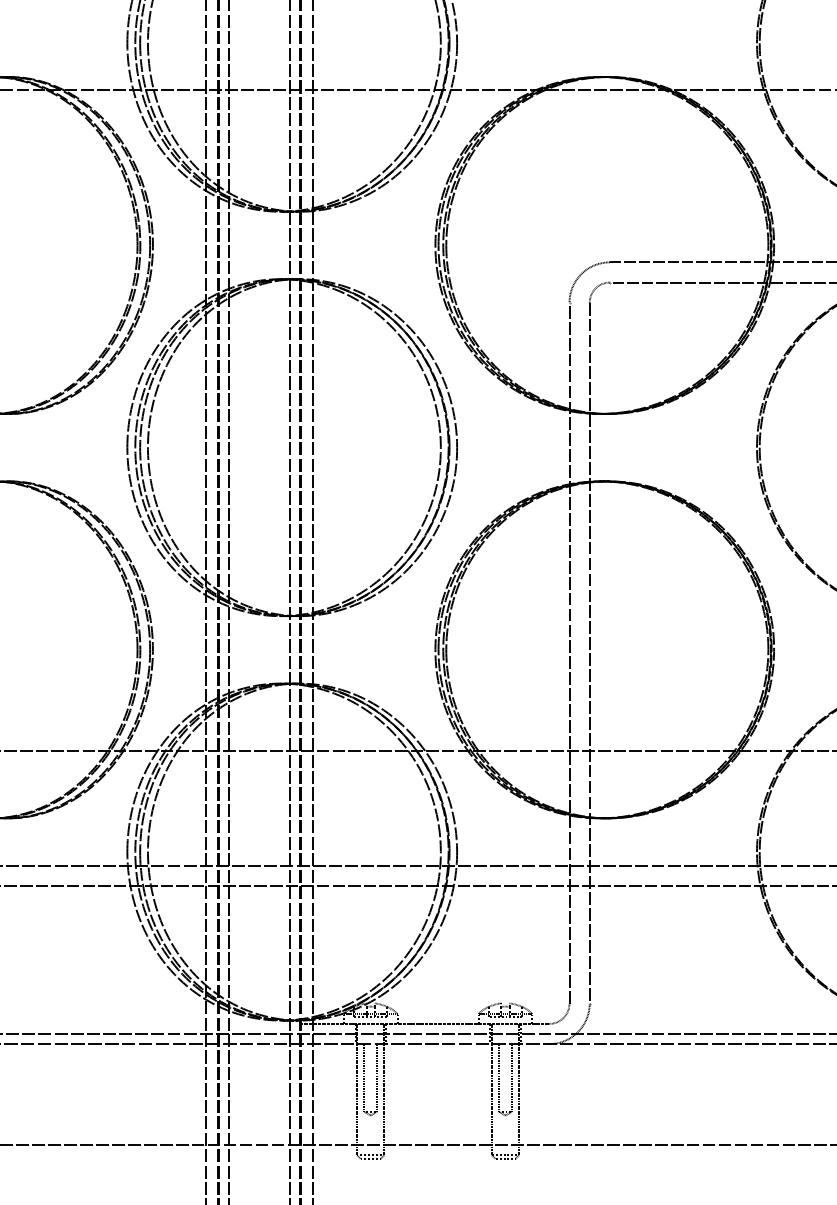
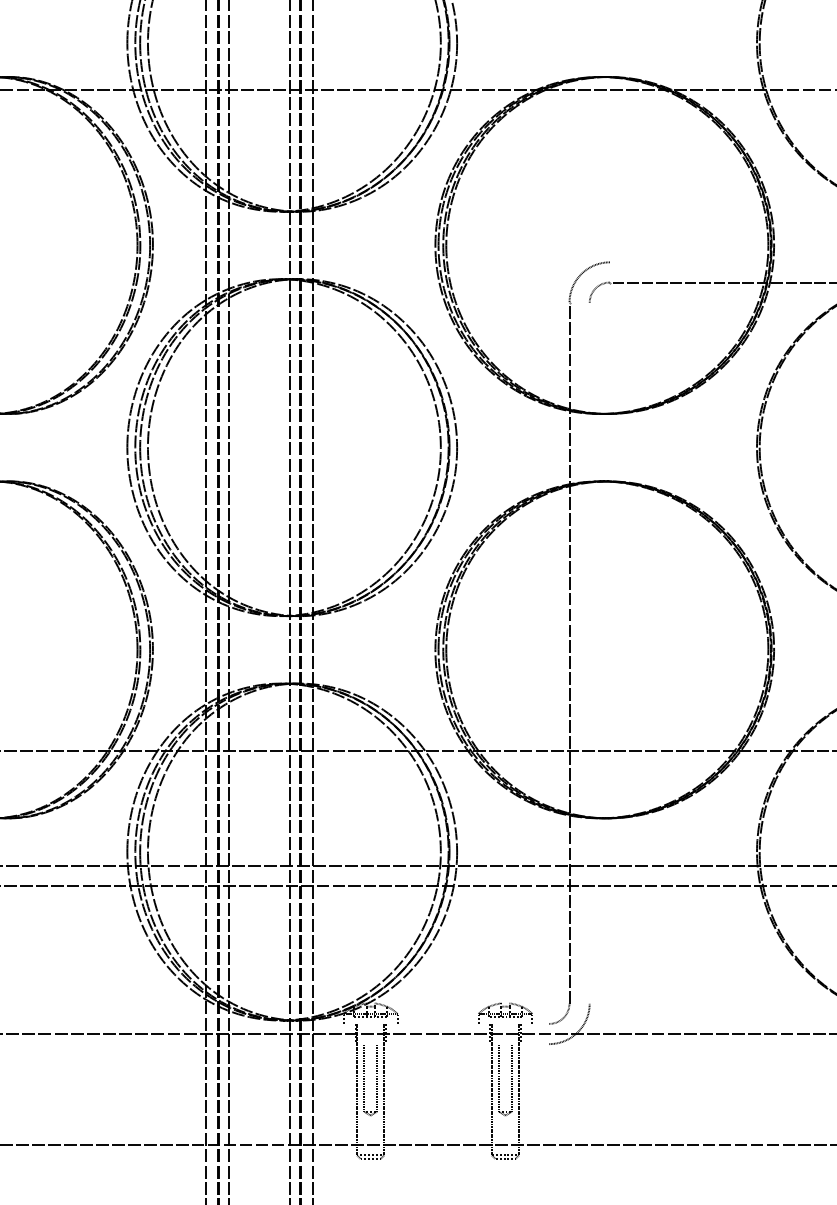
line at (721, 262): present -> none
line at (589, 652): present -> none
line at (424, 1023): present -> none
line at (417, 1044): present -> none
